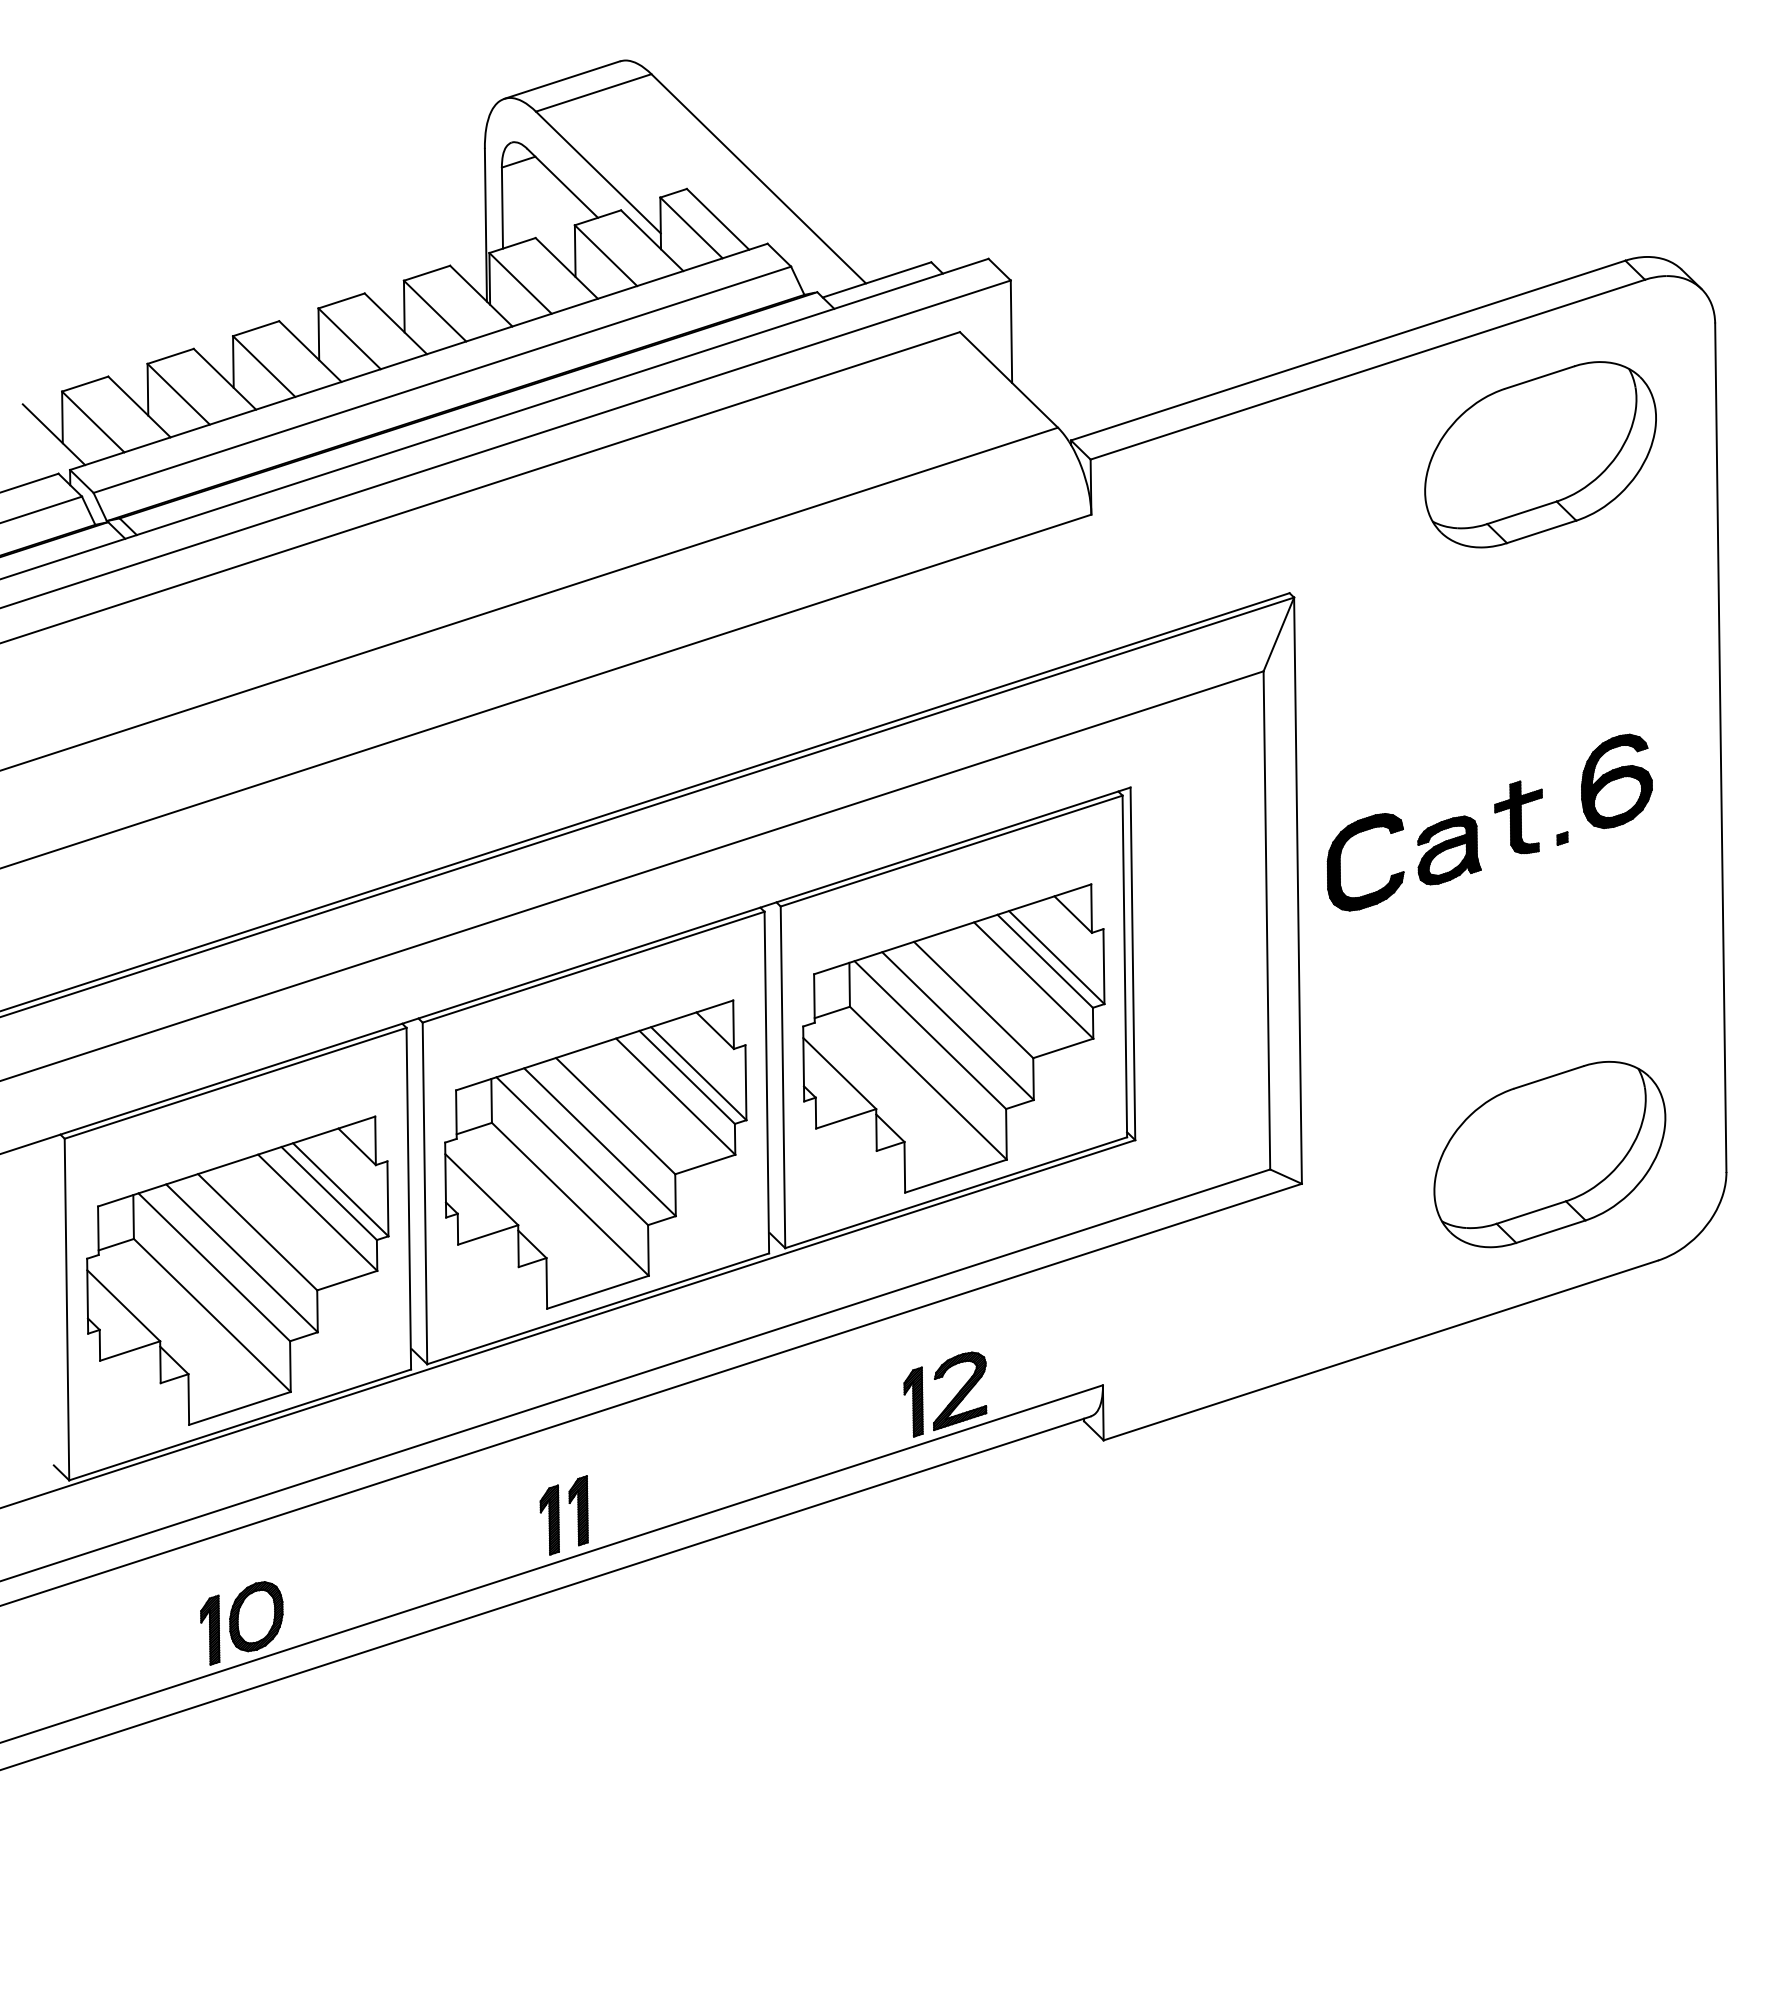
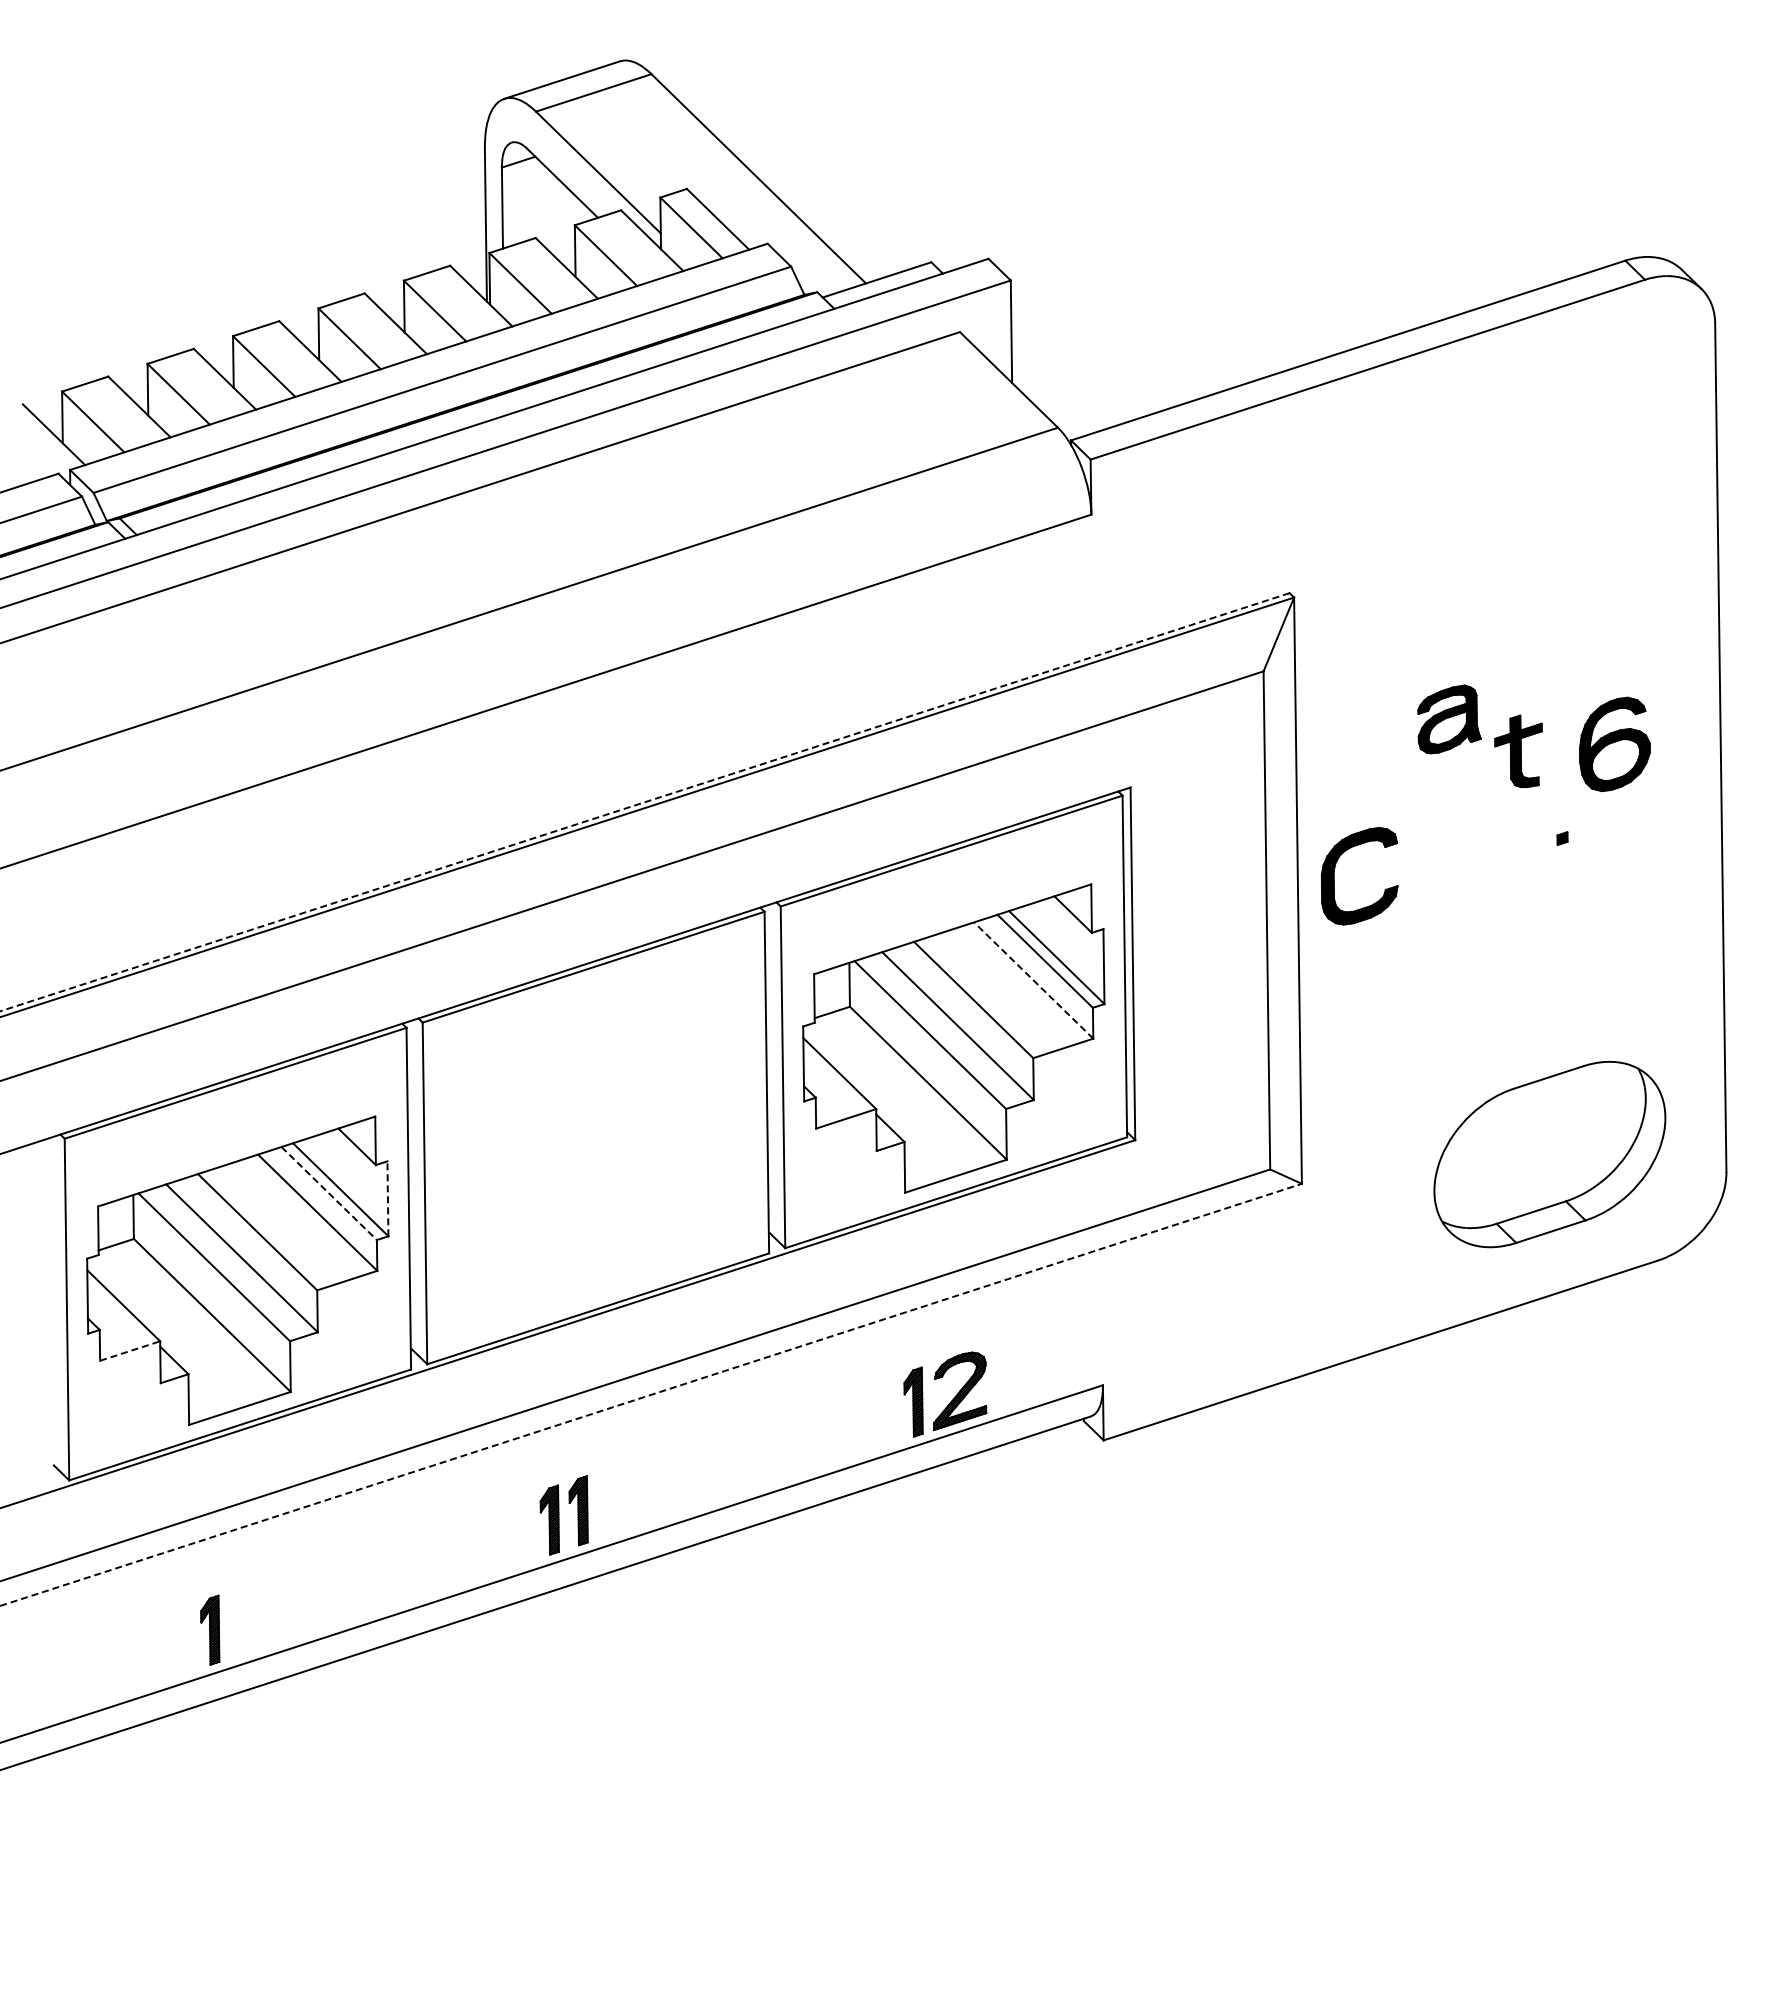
part at (1540, 454): present -> none
part at (1616, 781) position: (1616, 781) -> (1614, 744)
line at (644, 802): solid -> dashed
part at (1518, 817) position: (1518, 817) -> (1518, 751)
part at (1449, 850) position: (1449, 850) -> (1449, 719)
part at (1340, 862) position: (1340, 862) -> (1334, 876)
line at (1033, 980): solid -> dashed
part at (595, 1154): present -> none
line at (329, 1193): solid -> dashed
line at (387, 1198): solid -> dashed
line at (130, 1351): solid -> dashed
line at (651, 1394): solid -> dashed
part at (256, 1616): present -> none
